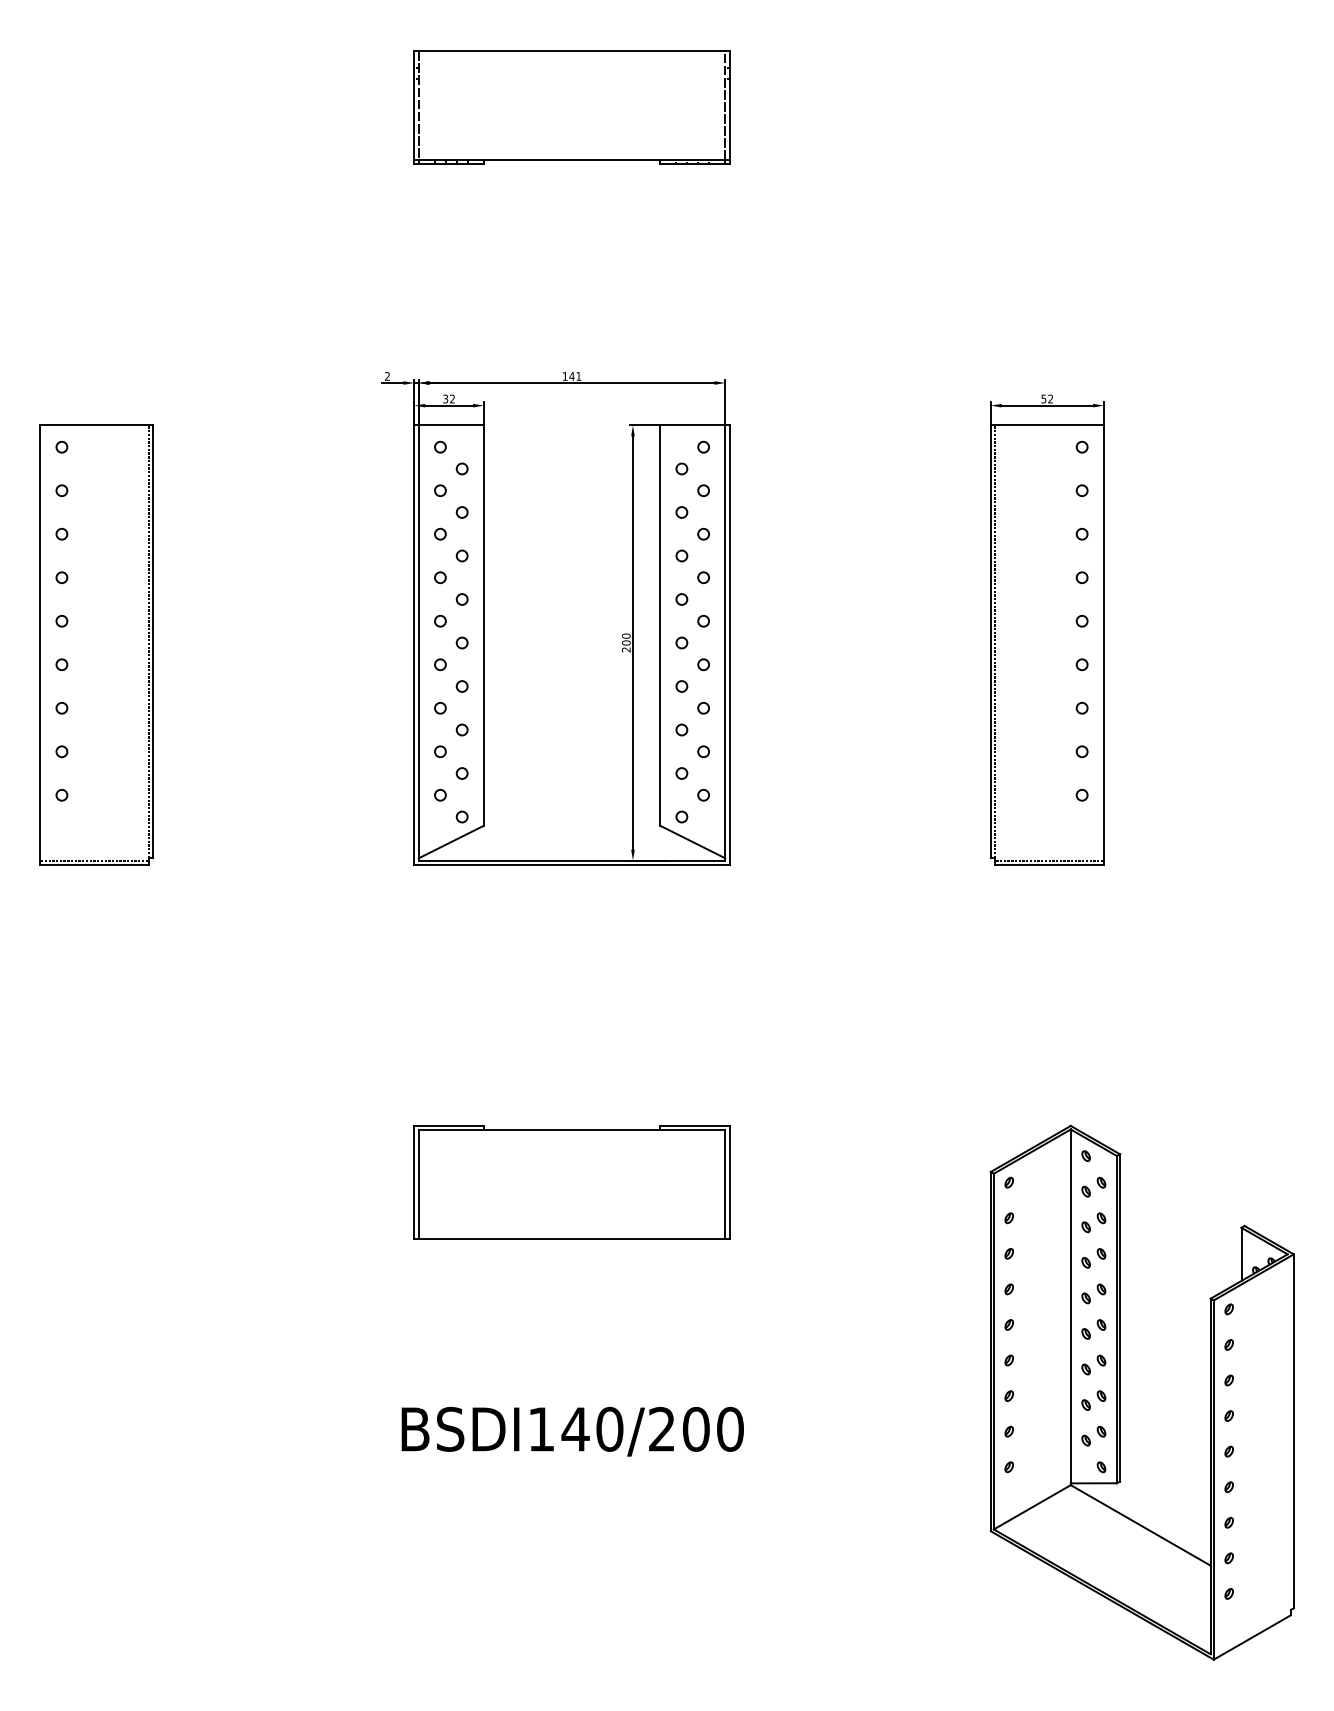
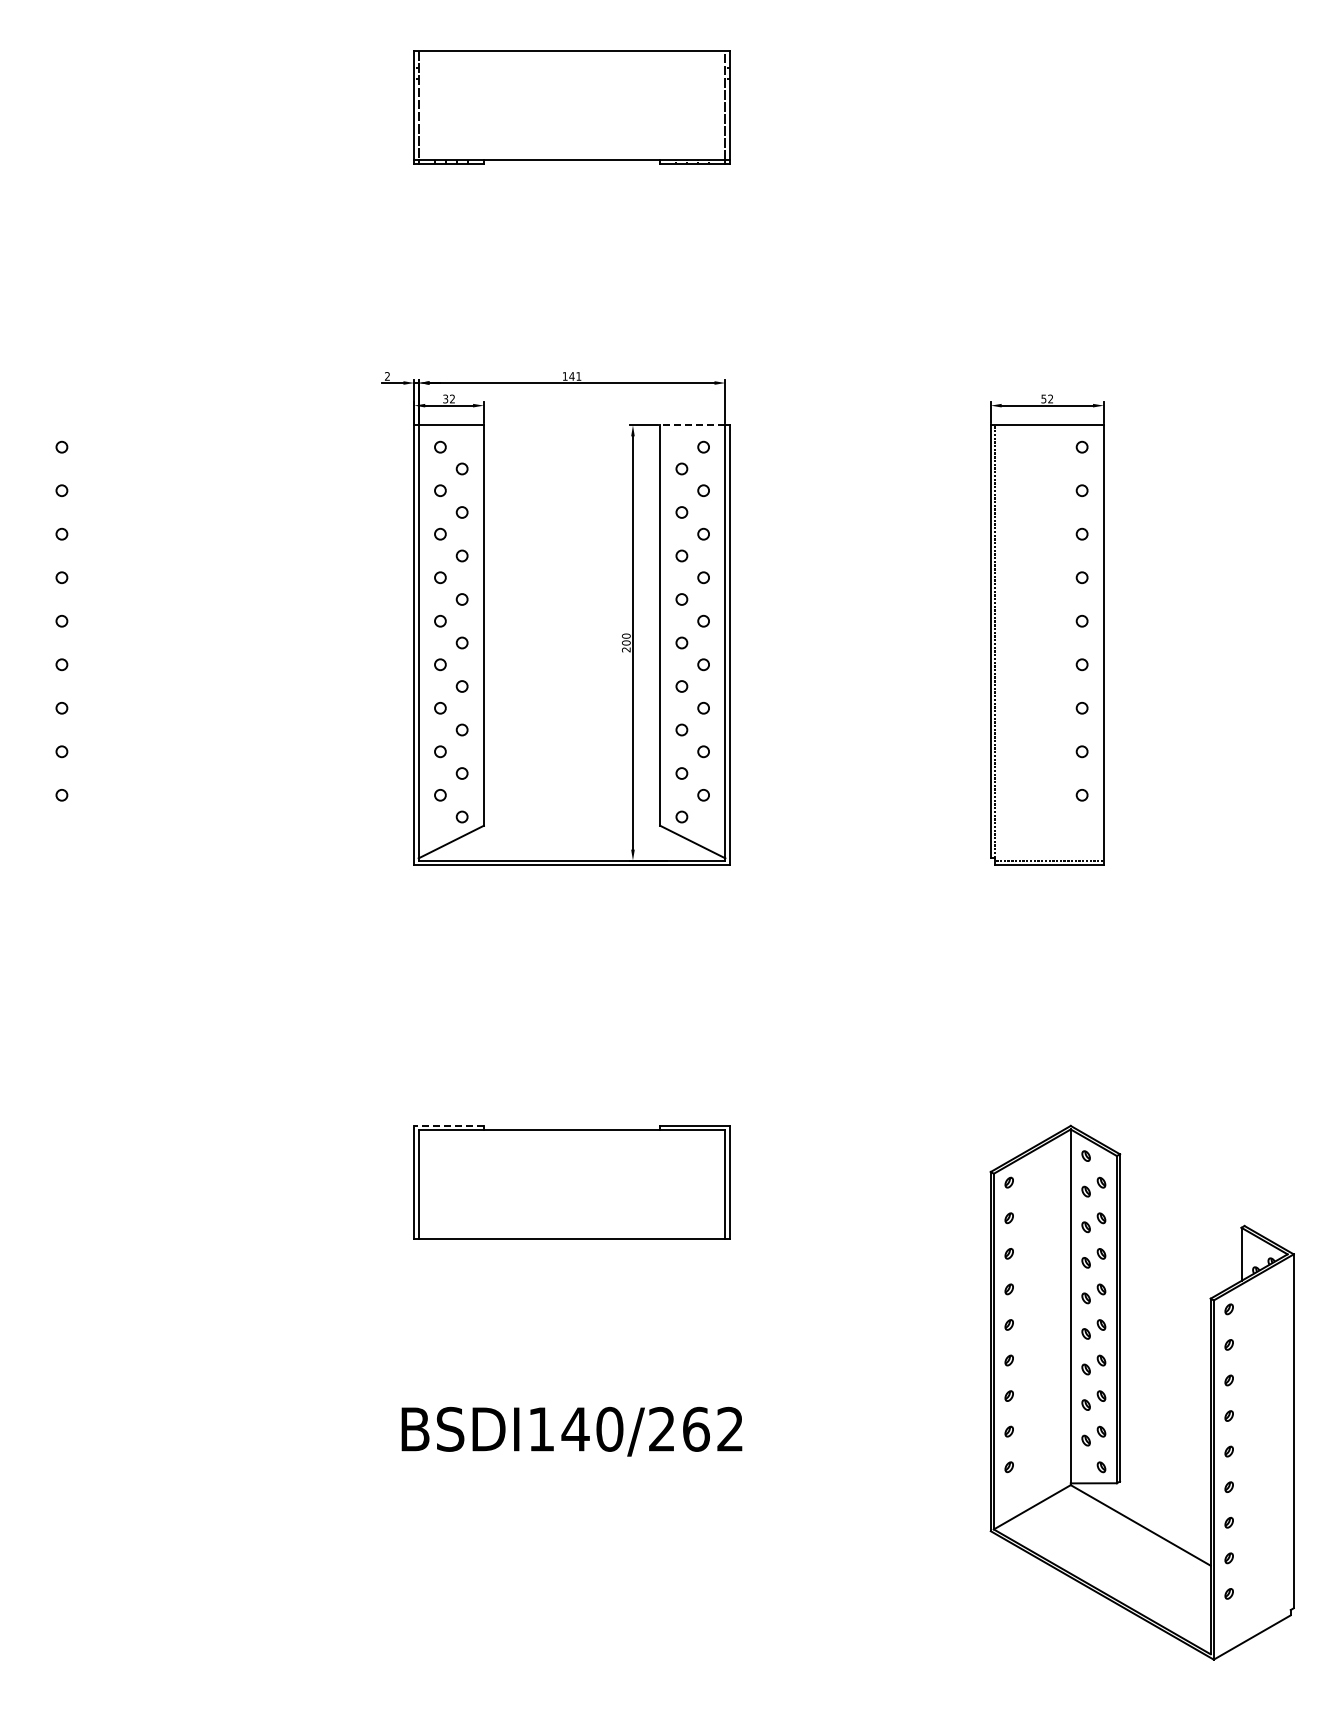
line at (692, 425): solid -> dashed
part at (96, 644): present -> none
line at (449, 1125): solid -> dashed
text at (712, 1428): BSDI140/200 -> BSDI140/262
